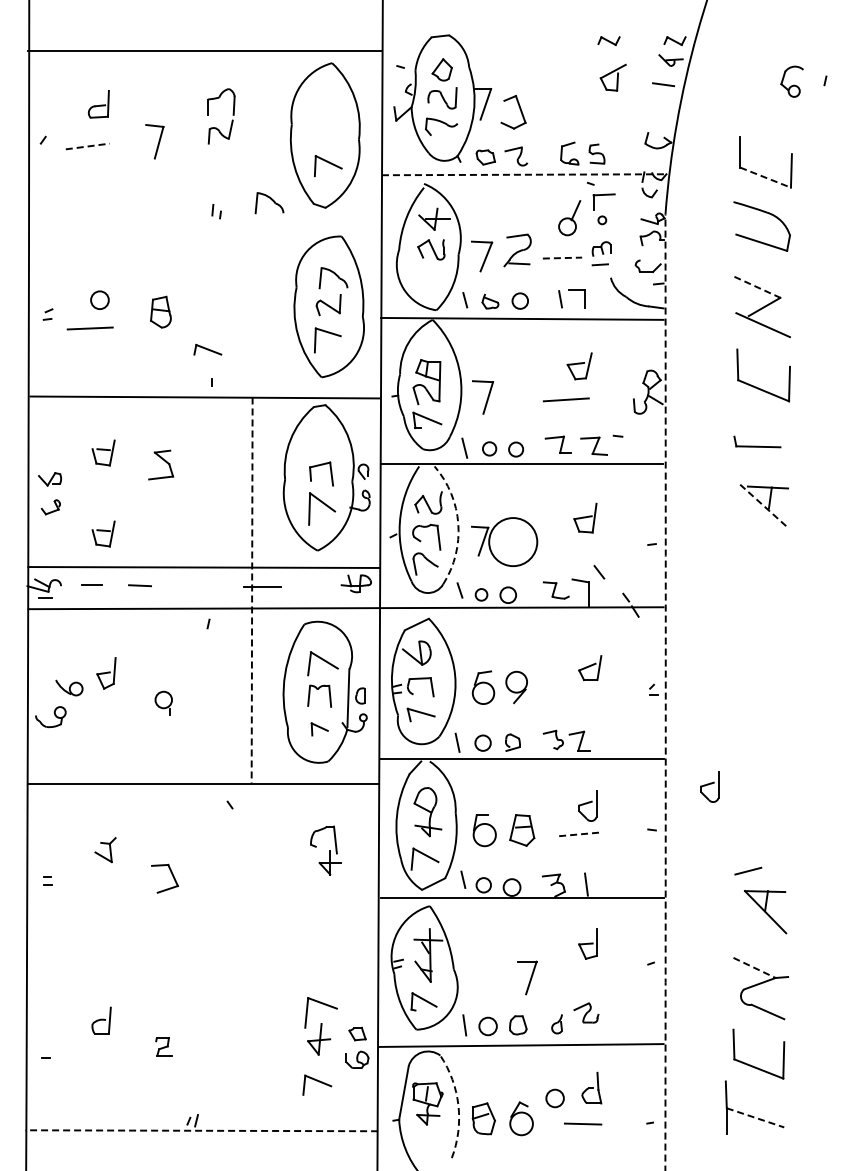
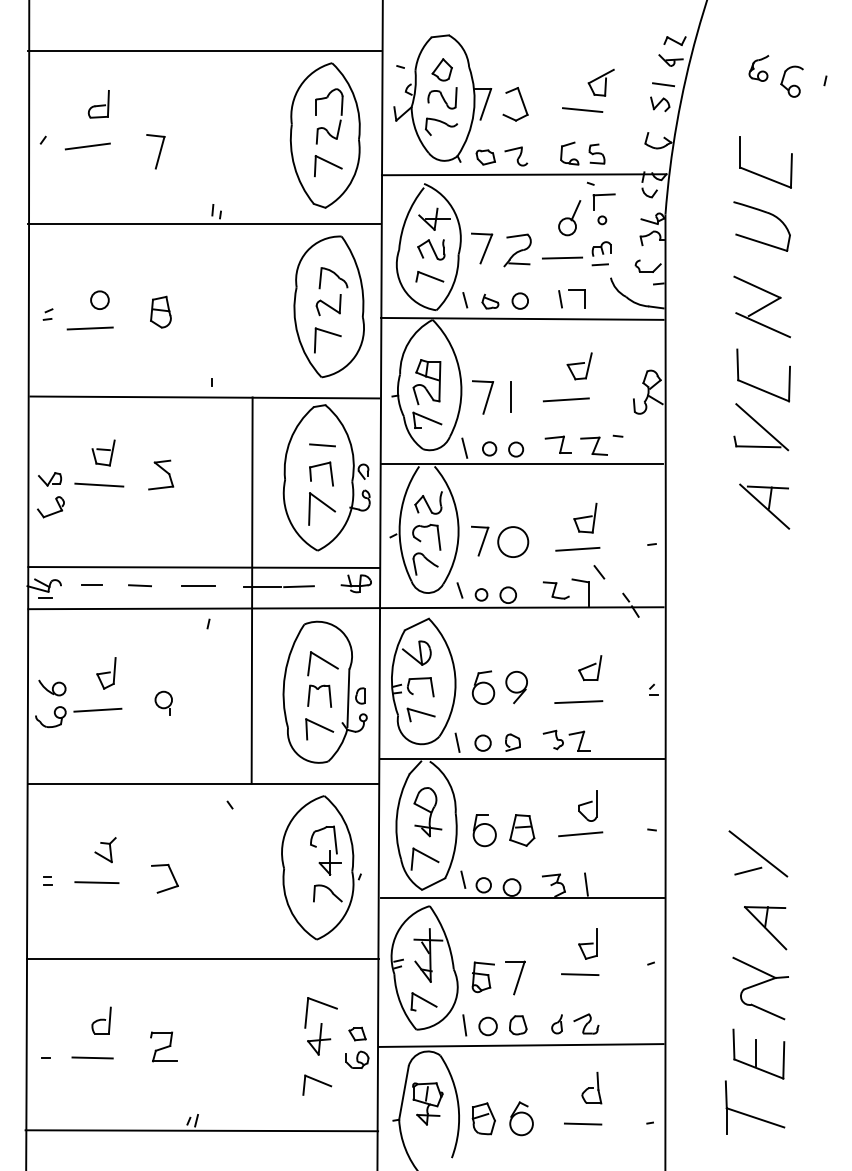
part at (608, 40): present -> none
part at (758, 68): none -> present
part at (612, 77) position: (612, 77) -> (600, 82)
part at (660, 104): none -> present
part at (519, 109) position: (519, 109) -> (521, 101)
line at (582, 110): none -> present
part at (231, 120) position: (231, 120) -> (339, 120)
part at (154, 141) position: (154, 141) -> (155, 151)
line at (88, 146): dashed -> solid
line at (524, 174): dashed -> solid
line at (766, 177): dashed -> solid
part at (269, 203): present -> none
line at (204, 224): none -> present
part at (482, 256) position: (482, 256) -> (482, 248)
line at (562, 258): dashed -> solid
line at (757, 287): dashed -> solid
part at (207, 349) position: (207, 349) -> (429, 276)
line at (511, 396): none -> present
line at (762, 427): none -> present
line at (322, 445): none -> present
part at (161, 464) position: (161, 464) -> (161, 474)
line at (99, 484): none -> present
line at (764, 506): dashed -> solid
part at (50, 507) size: 21x17 px -> 28x23 px
arc at (458, 523): dashed -> solid
part at (103, 533): present -> none
circle at (513, 542) diameter: 48 px -> 30 px
line at (577, 548): none -> present
line at (198, 586): none -> present
line at (298, 586): none -> present
line at (252, 591): dashed -> solid
part at (69, 687) position: (69, 687) -> (52, 687)
arc at (665, 692): dashed -> solid
line at (578, 702): none -> present
line at (97, 709): none -> present
part at (319, 729) size: 19x15 px -> 30x23 px
part at (709, 786): present -> none
line at (580, 834): dashed -> solid
line at (758, 853): none -> present
part at (321, 867): none -> present
line at (96, 882): none -> present
part at (765, 912) position: (765, 912) -> (765, 928)
line at (202, 958): none -> present
line at (755, 968): dashed -> solid
line at (580, 974): none -> present
part at (482, 977): none -> present
part at (527, 977) position: (527, 977) -> (515, 977)
part at (586, 1012) position: (586, 1012) -> (586, 1023)
part at (163, 1046) size: 18x20 px -> 28x32 px
line at (756, 1053): none -> present
line at (92, 1057): none -> present
circle at (554, 1098): present -> none
arc at (458, 1105): dashed -> solid
line at (756, 1118): dashed -> solid
line at (201, 1130): dashed -> solid
